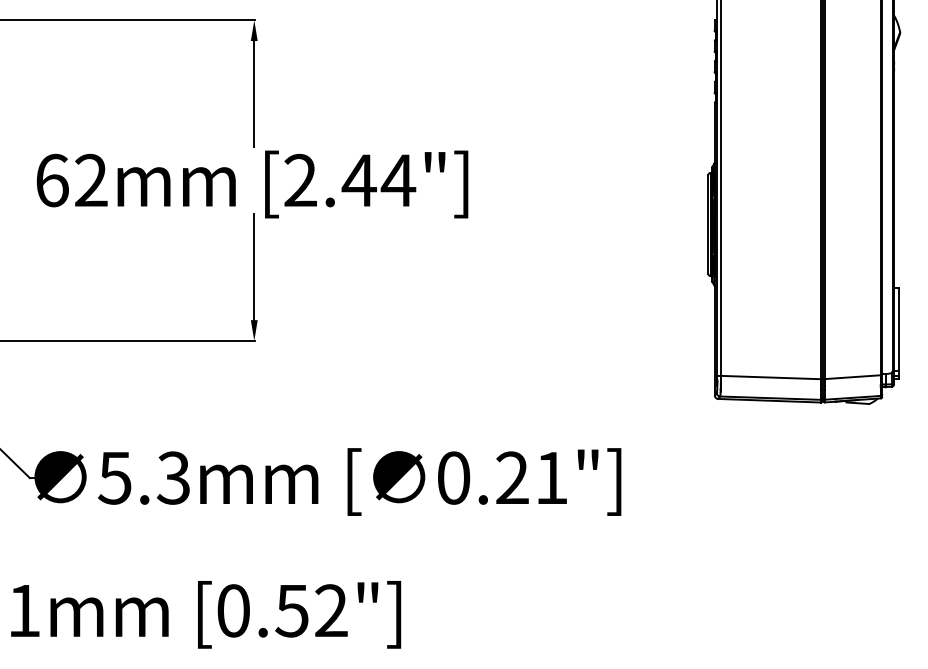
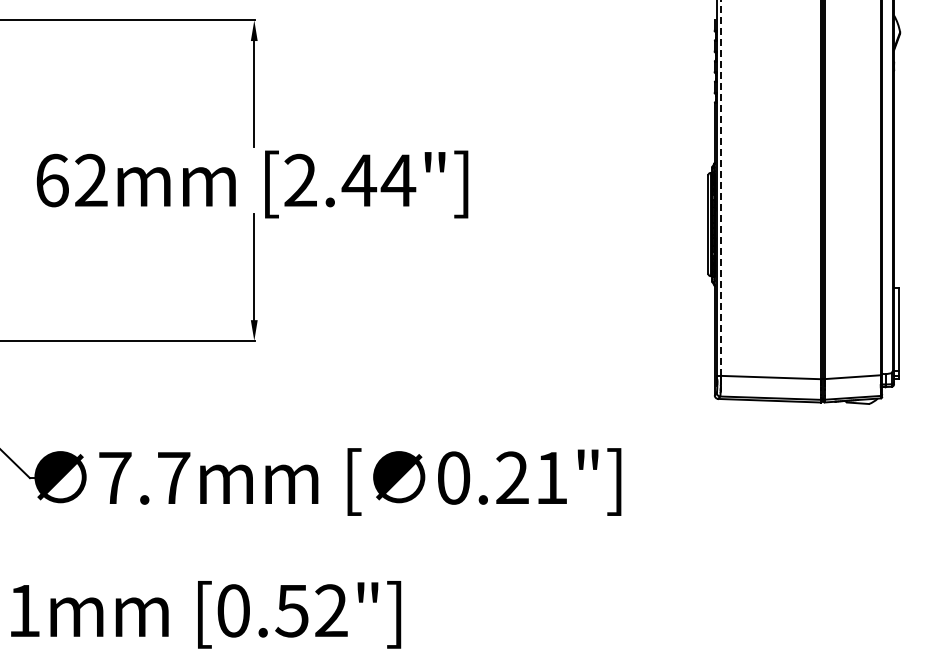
line at (721, 188): solid -> dashed
text at (144, 477): 5.3mm -> 7.7mm
